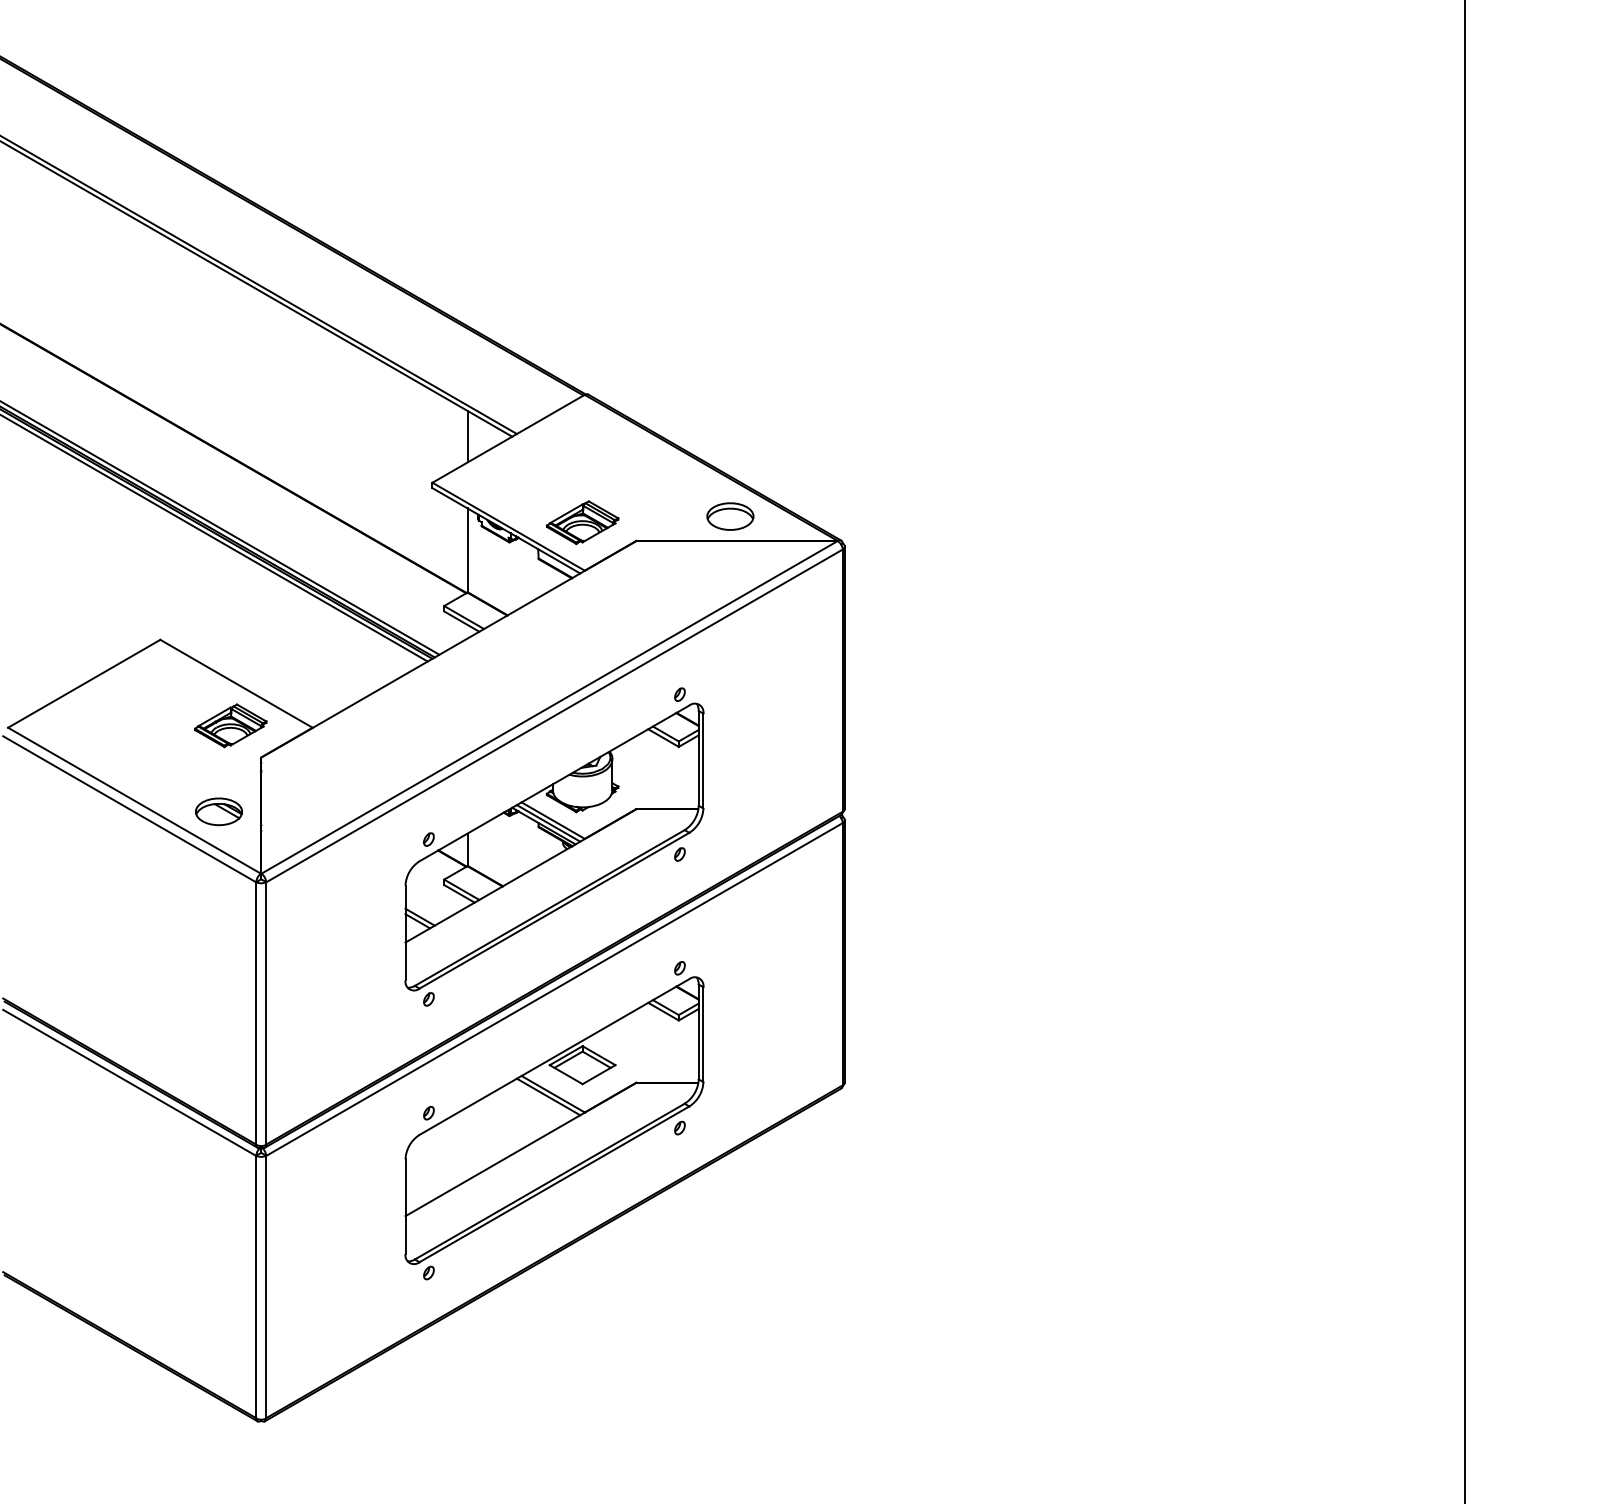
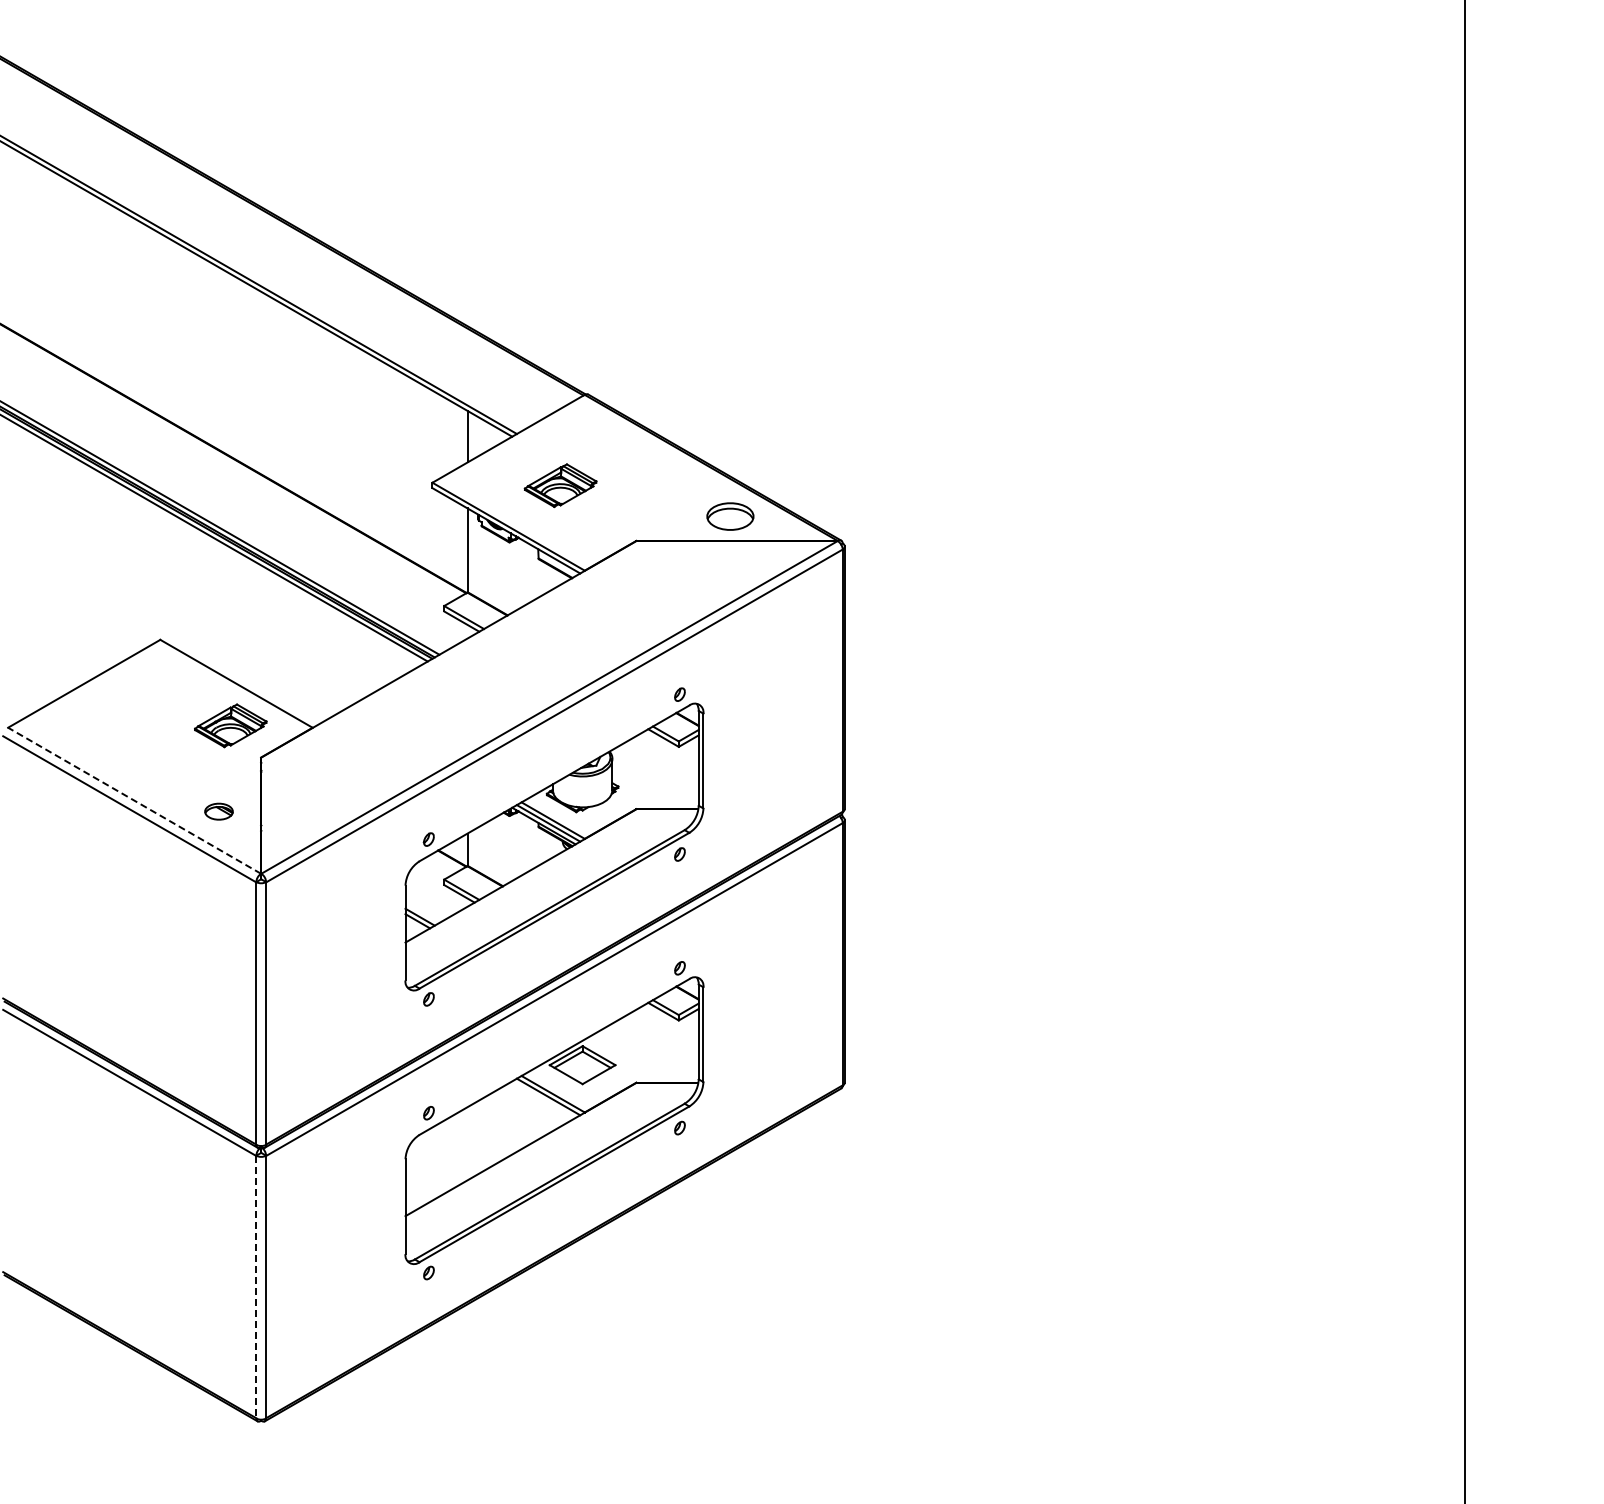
part at (582, 522) position: (582, 522) -> (560, 485)
line at (134, 800): solid -> dashed
part at (218, 811) size: 48x29 px -> 30x19 px
line at (256, 1287): solid -> dashed
